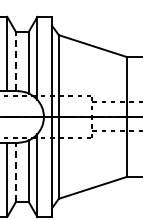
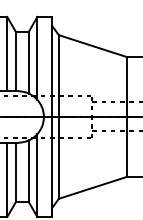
line at (15, 61): dashed -> solid
line at (15, 172): dashed -> solid
